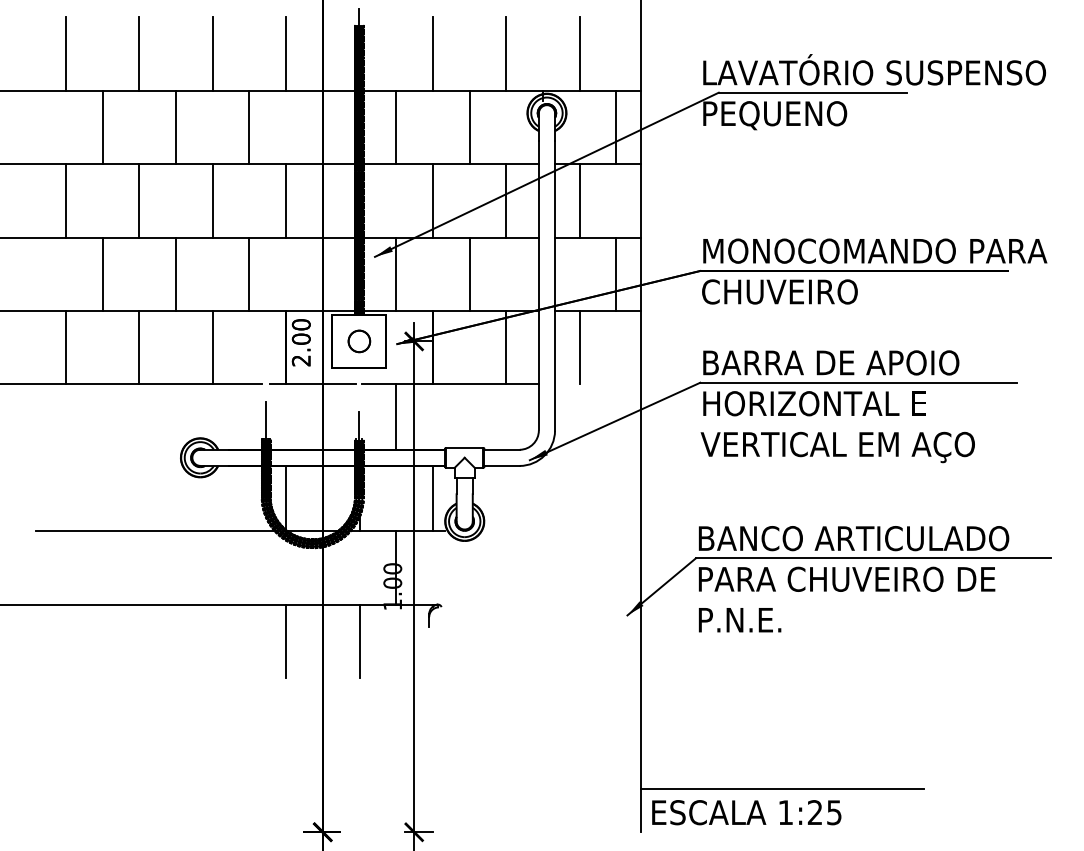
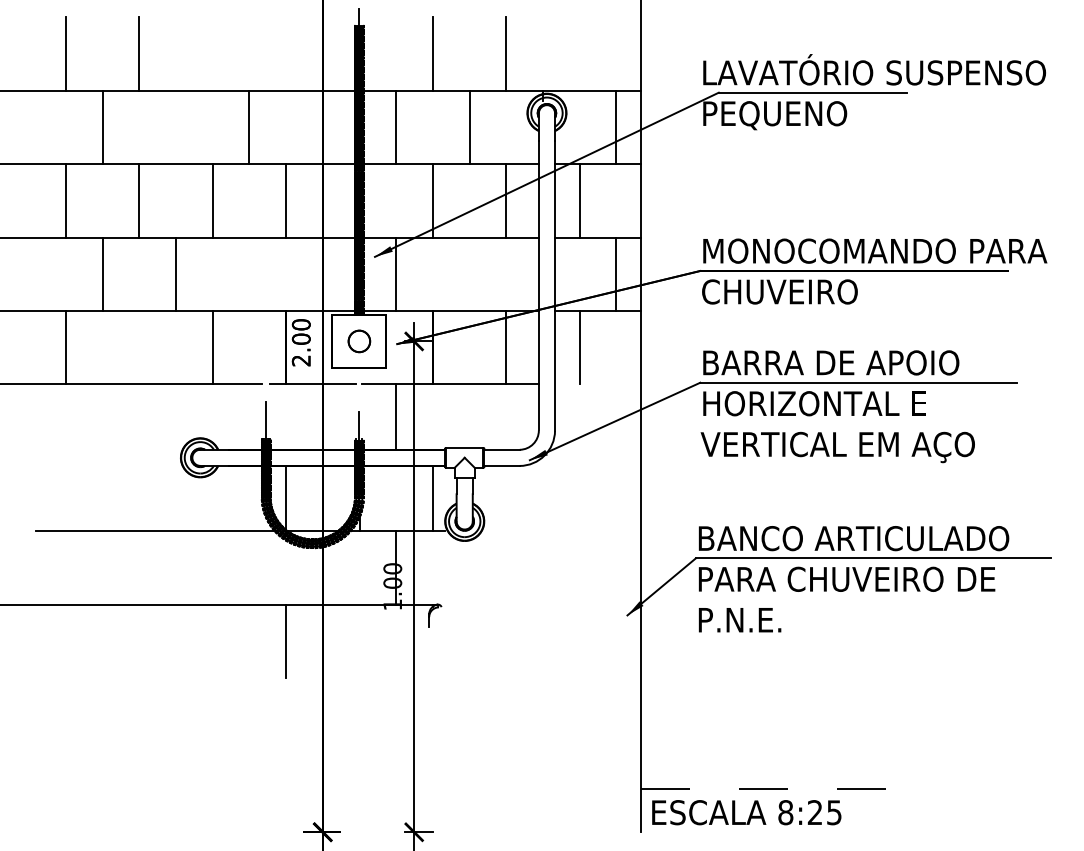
line at (212, 53): present -> none
line at (286, 53): present -> none
line at (579, 53): present -> none
line at (175, 127): present -> none
line at (249, 273): present -> none
line at (469, 273): present -> none
line at (139, 347): present -> none
line at (359, 641): present -> none
line at (782, 789): solid -> dashed
text at (785, 812): 1:25 -> 8:25
